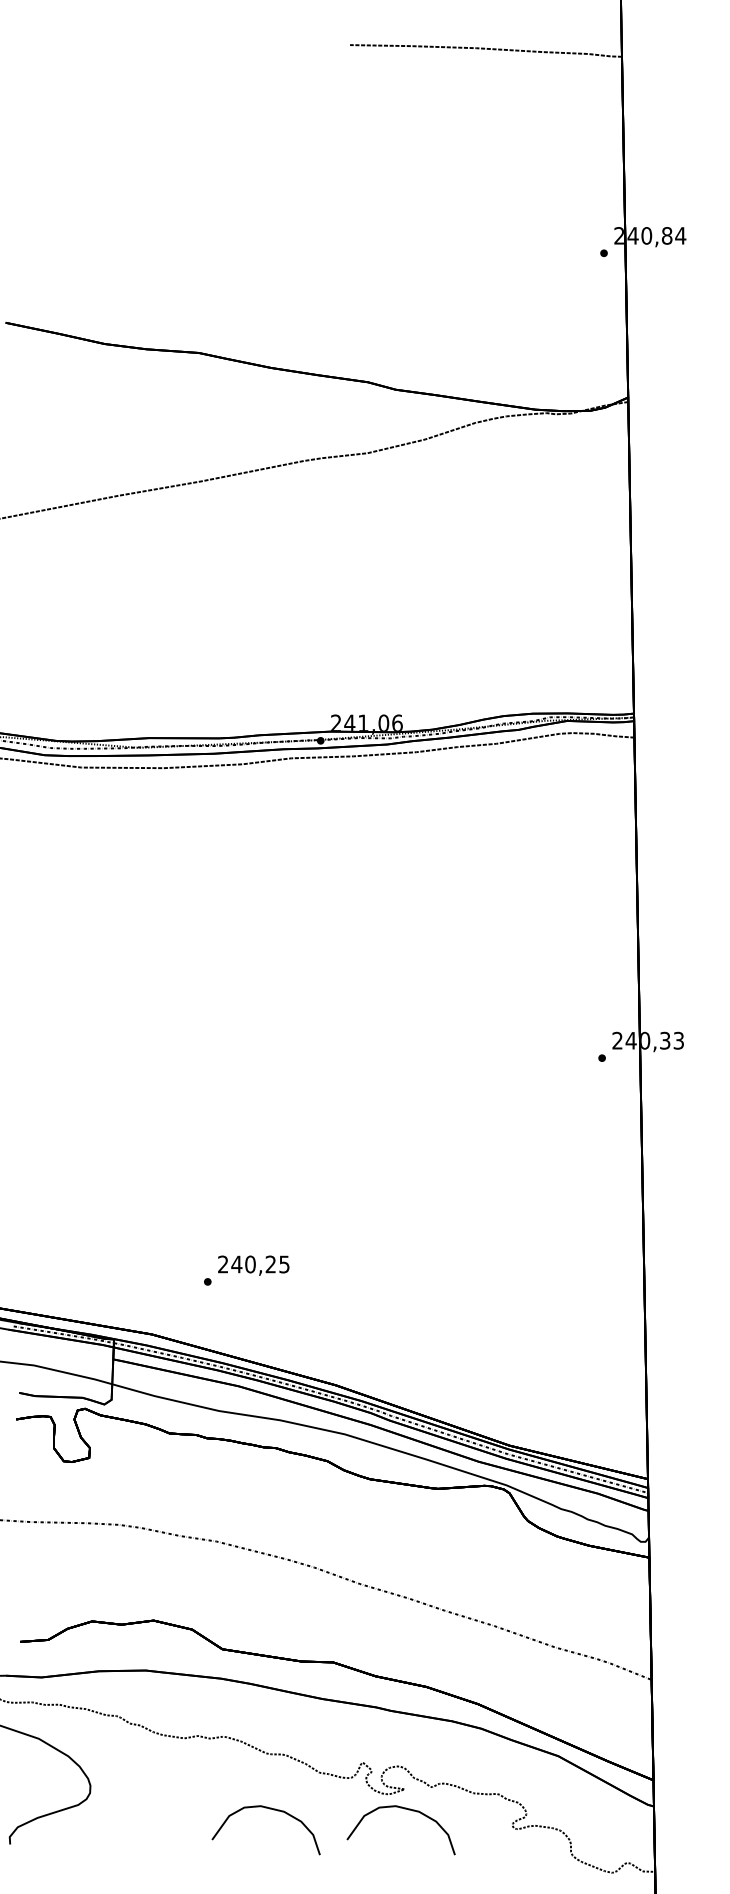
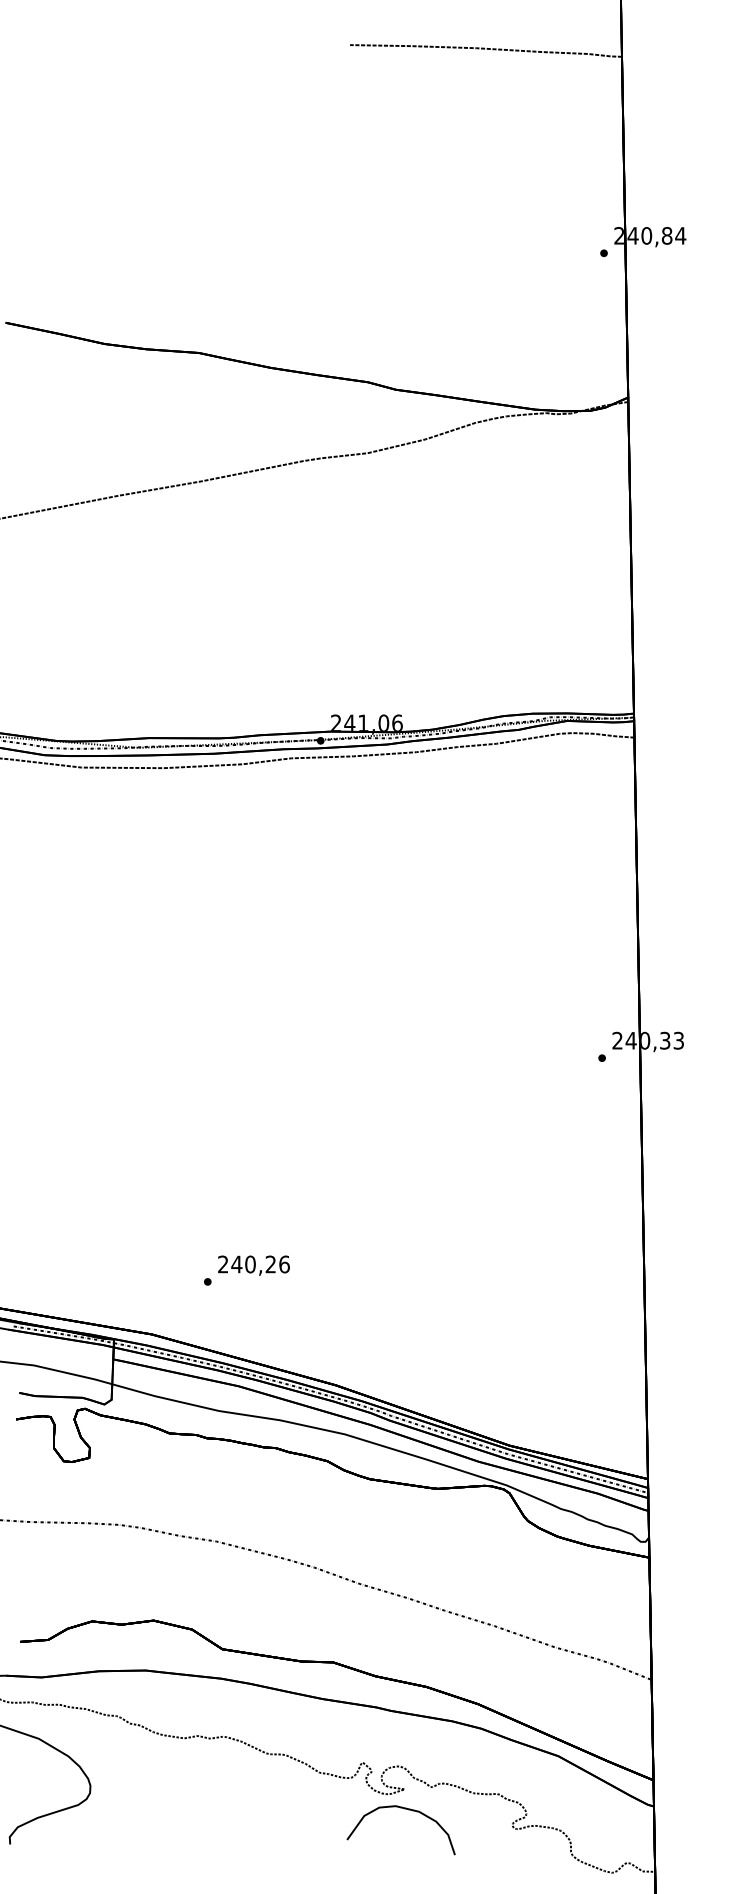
text at (284, 1264): 240,25 -> 240,26
curve at (269, 1809): present -> none
